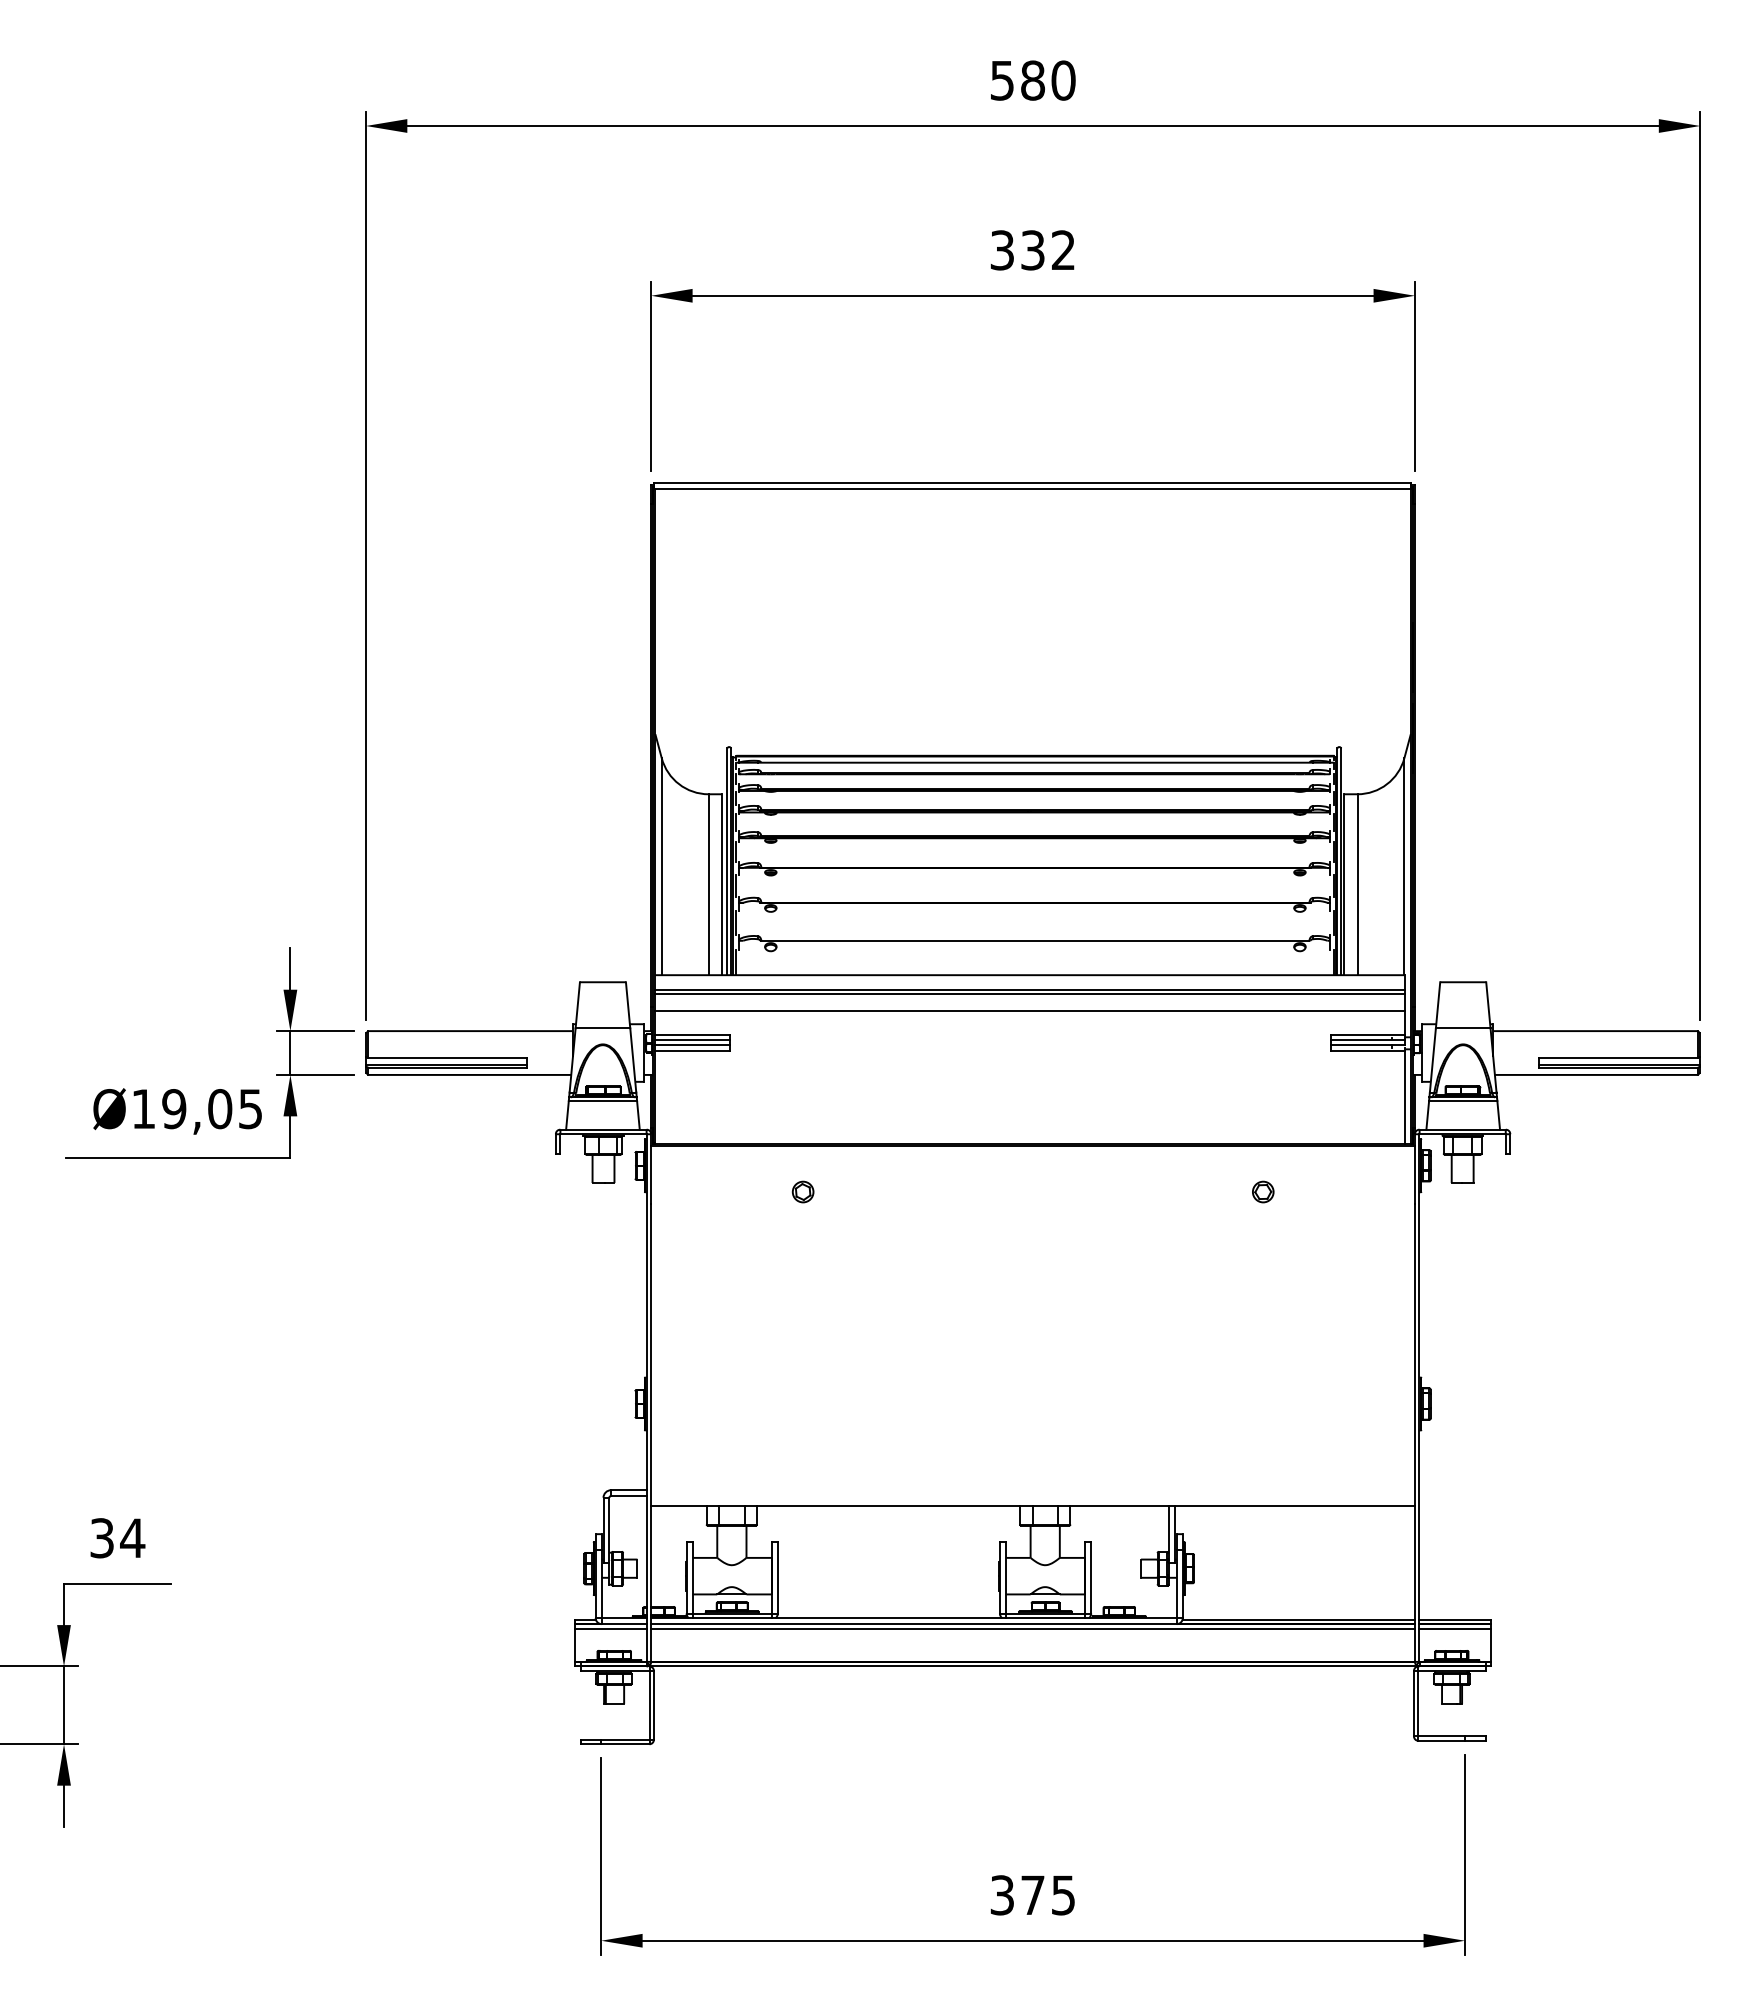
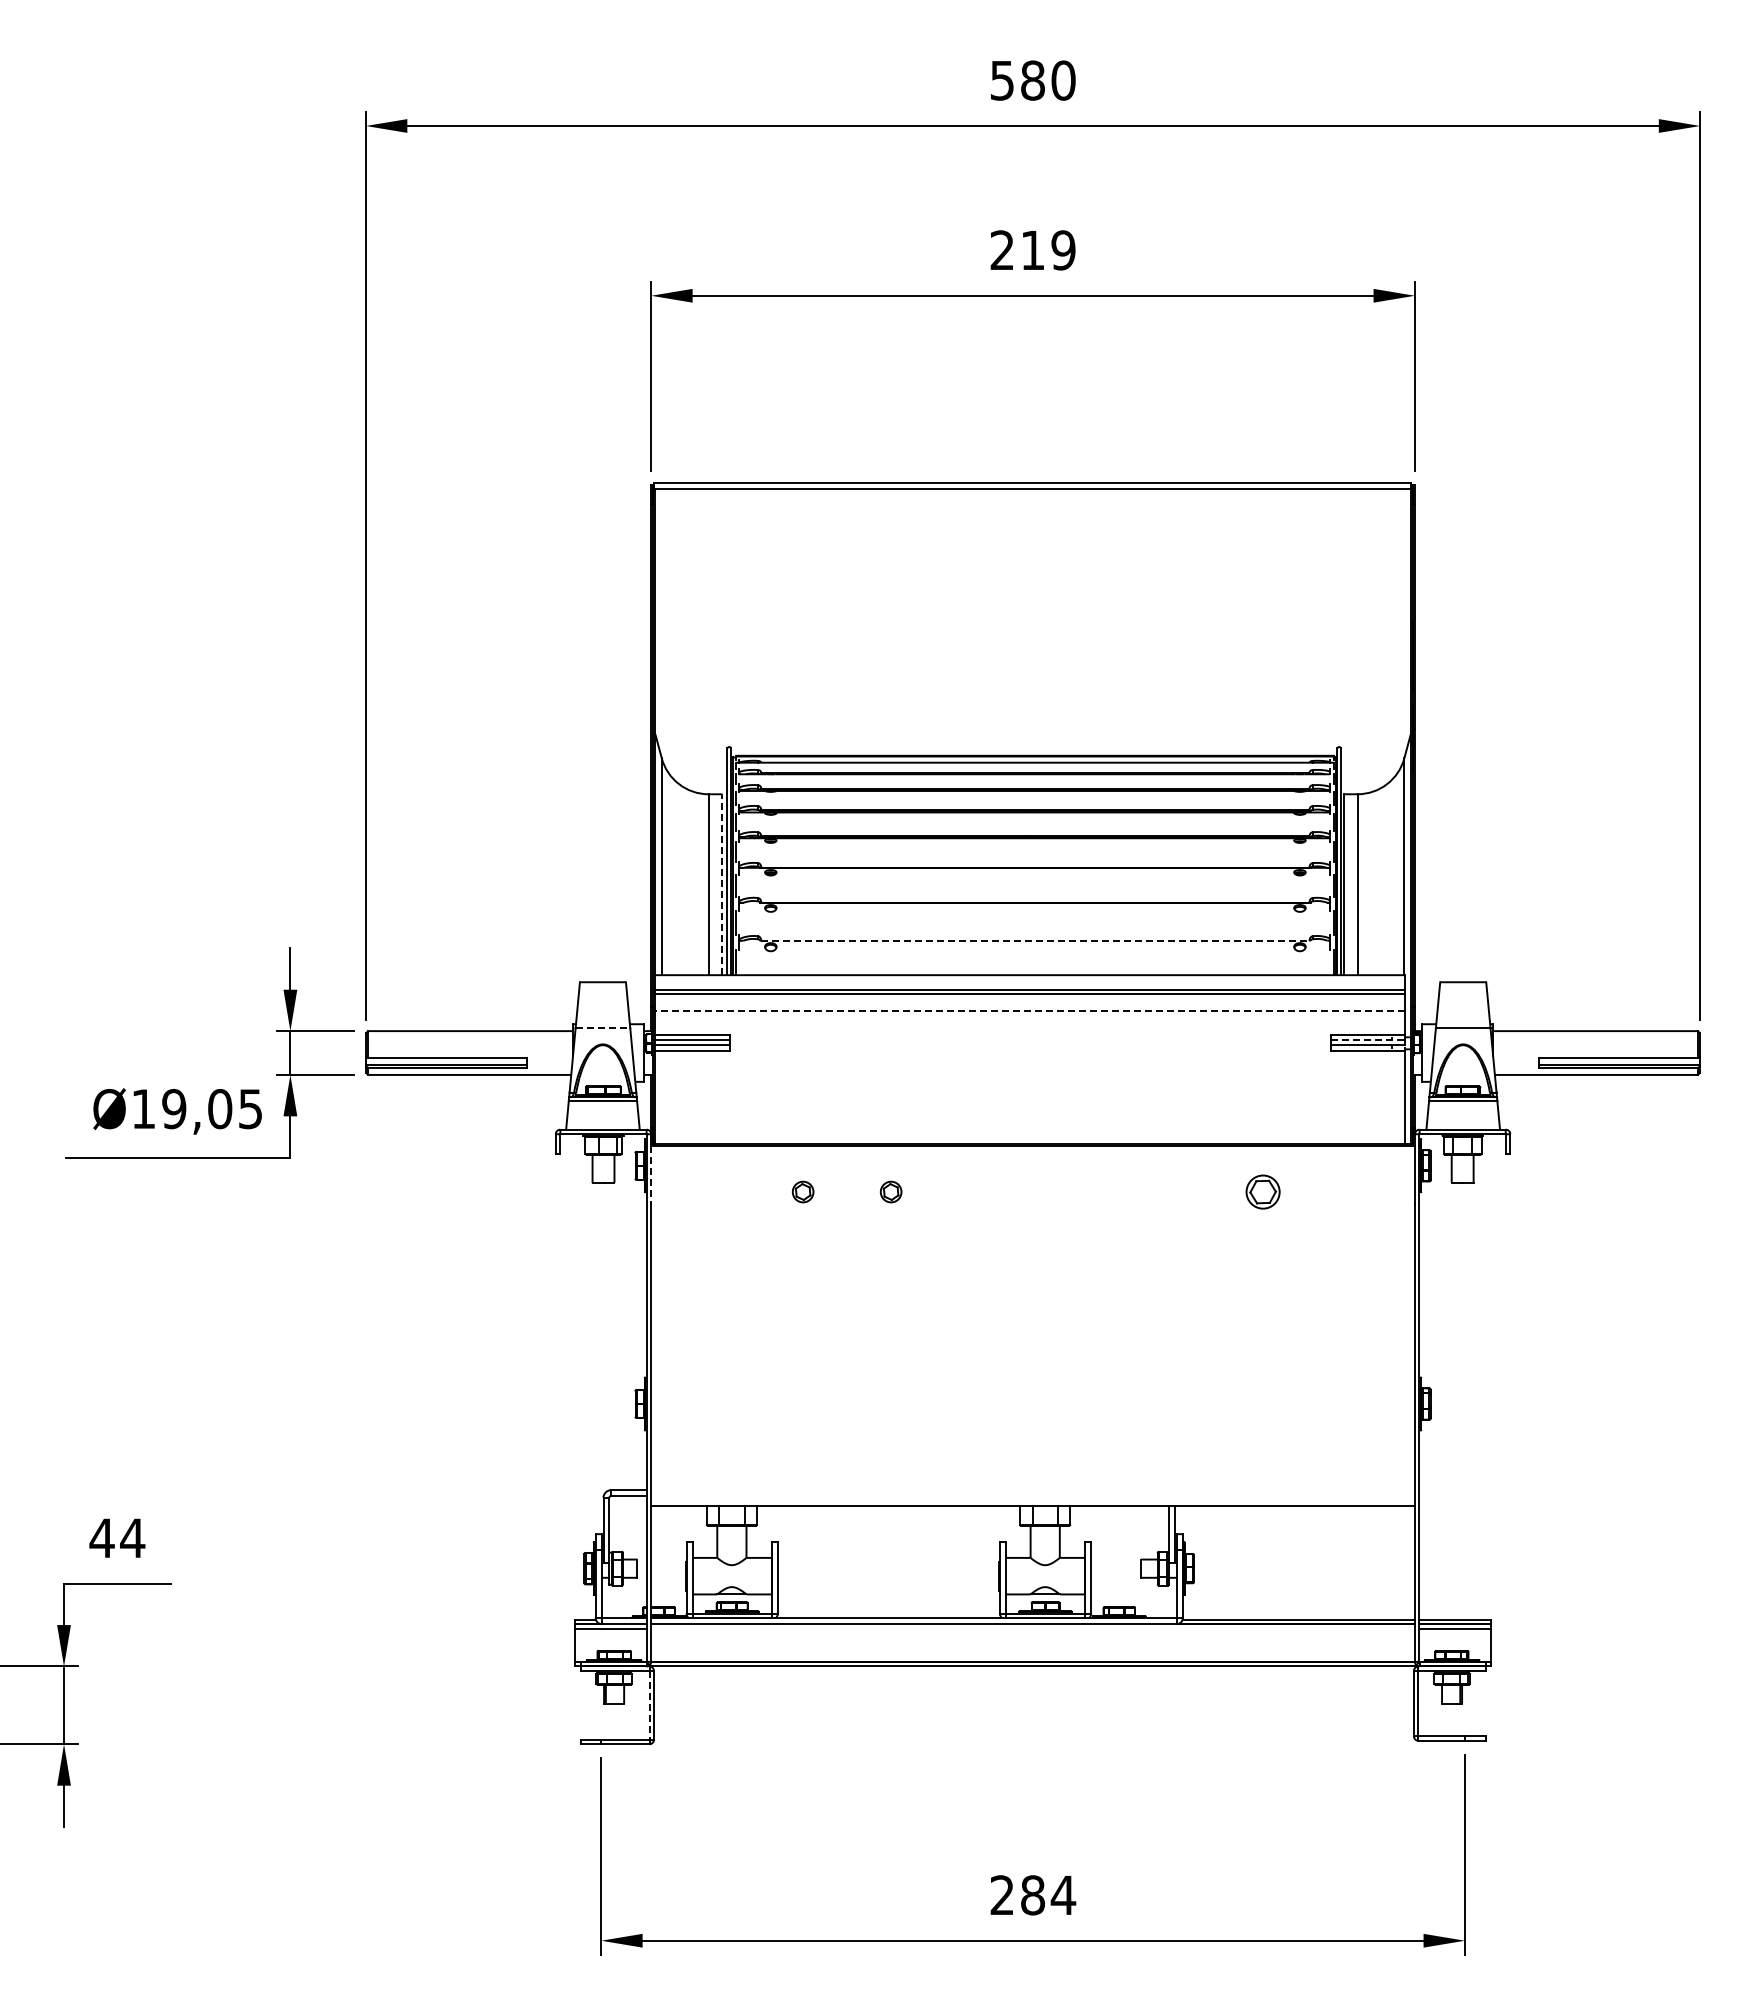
text at (1032, 250): 332 -> 219
line at (722, 884): solid -> dashed
line at (1035, 940): solid -> dashed
line at (1030, 1010): solid -> dashed
line at (603, 1028): solid -> dashed
line at (1368, 1039): solid -> dashed
line at (651, 1175): solid -> dashed
part at (890, 1191): none -> present
part at (1263, 1191) size: 23x24 px -> 36x36 px
text at (101, 1538): 34 -> 44
line at (1032, 1628): present -> none
line at (649, 1705): solid -> dashed
text at (1033, 1895): 375 -> 284
